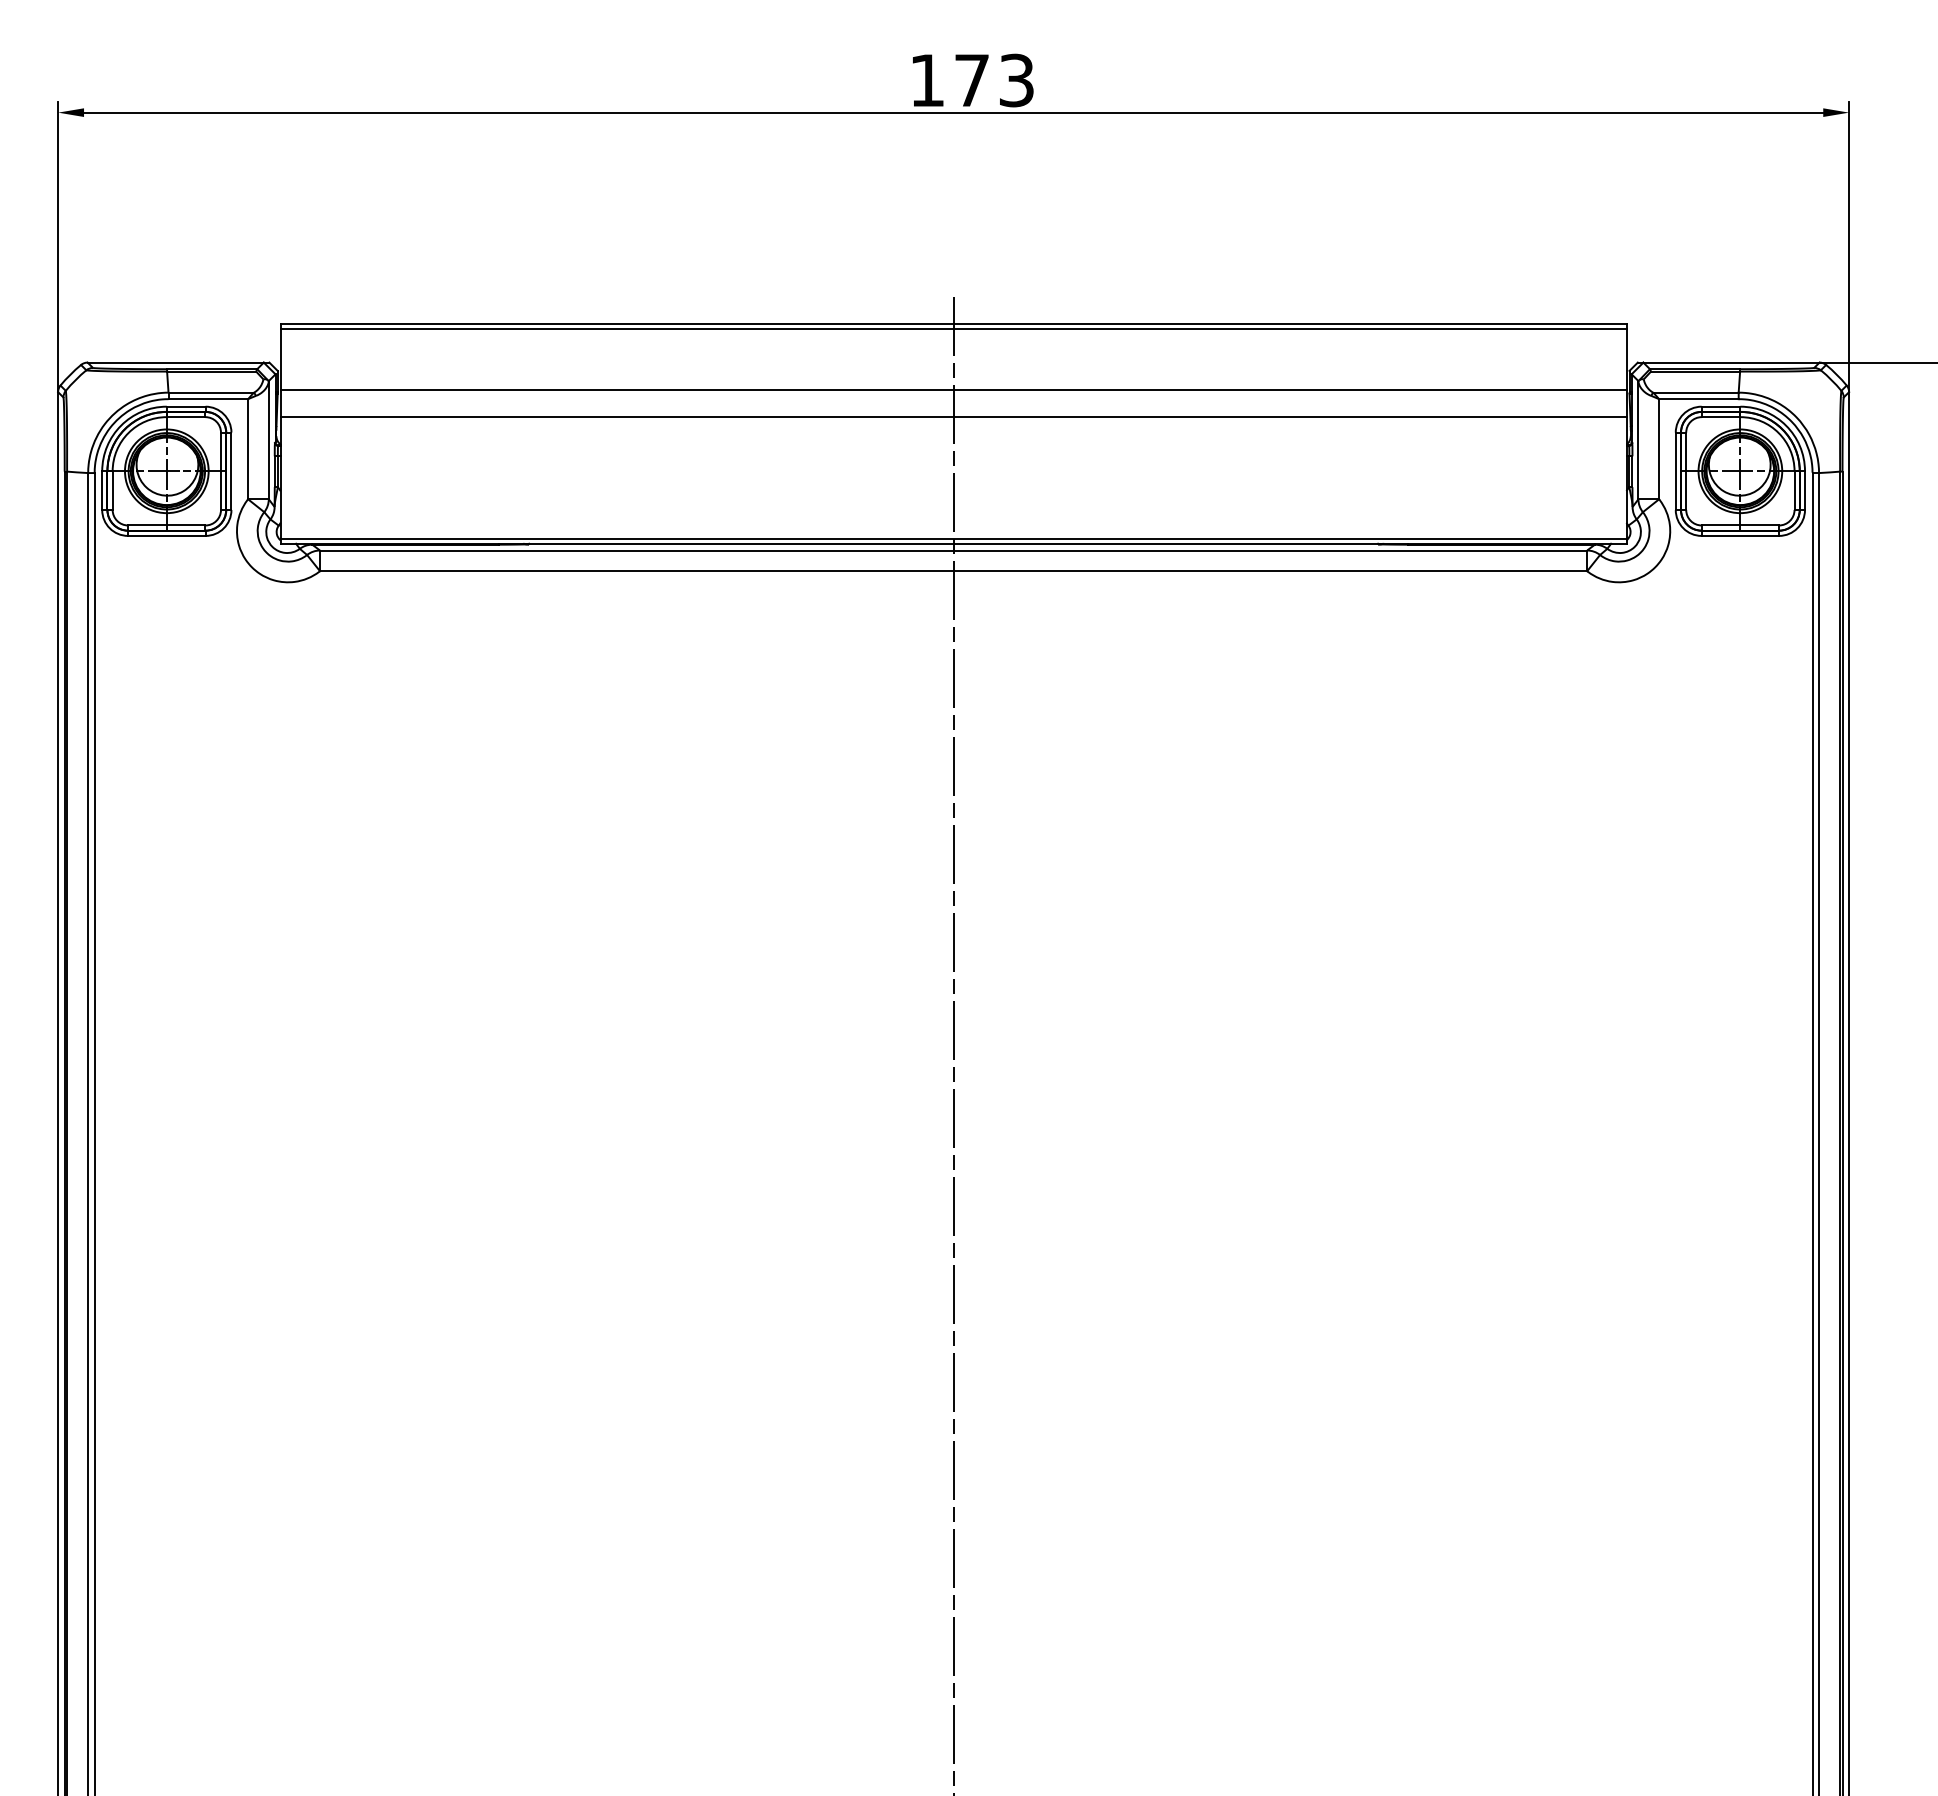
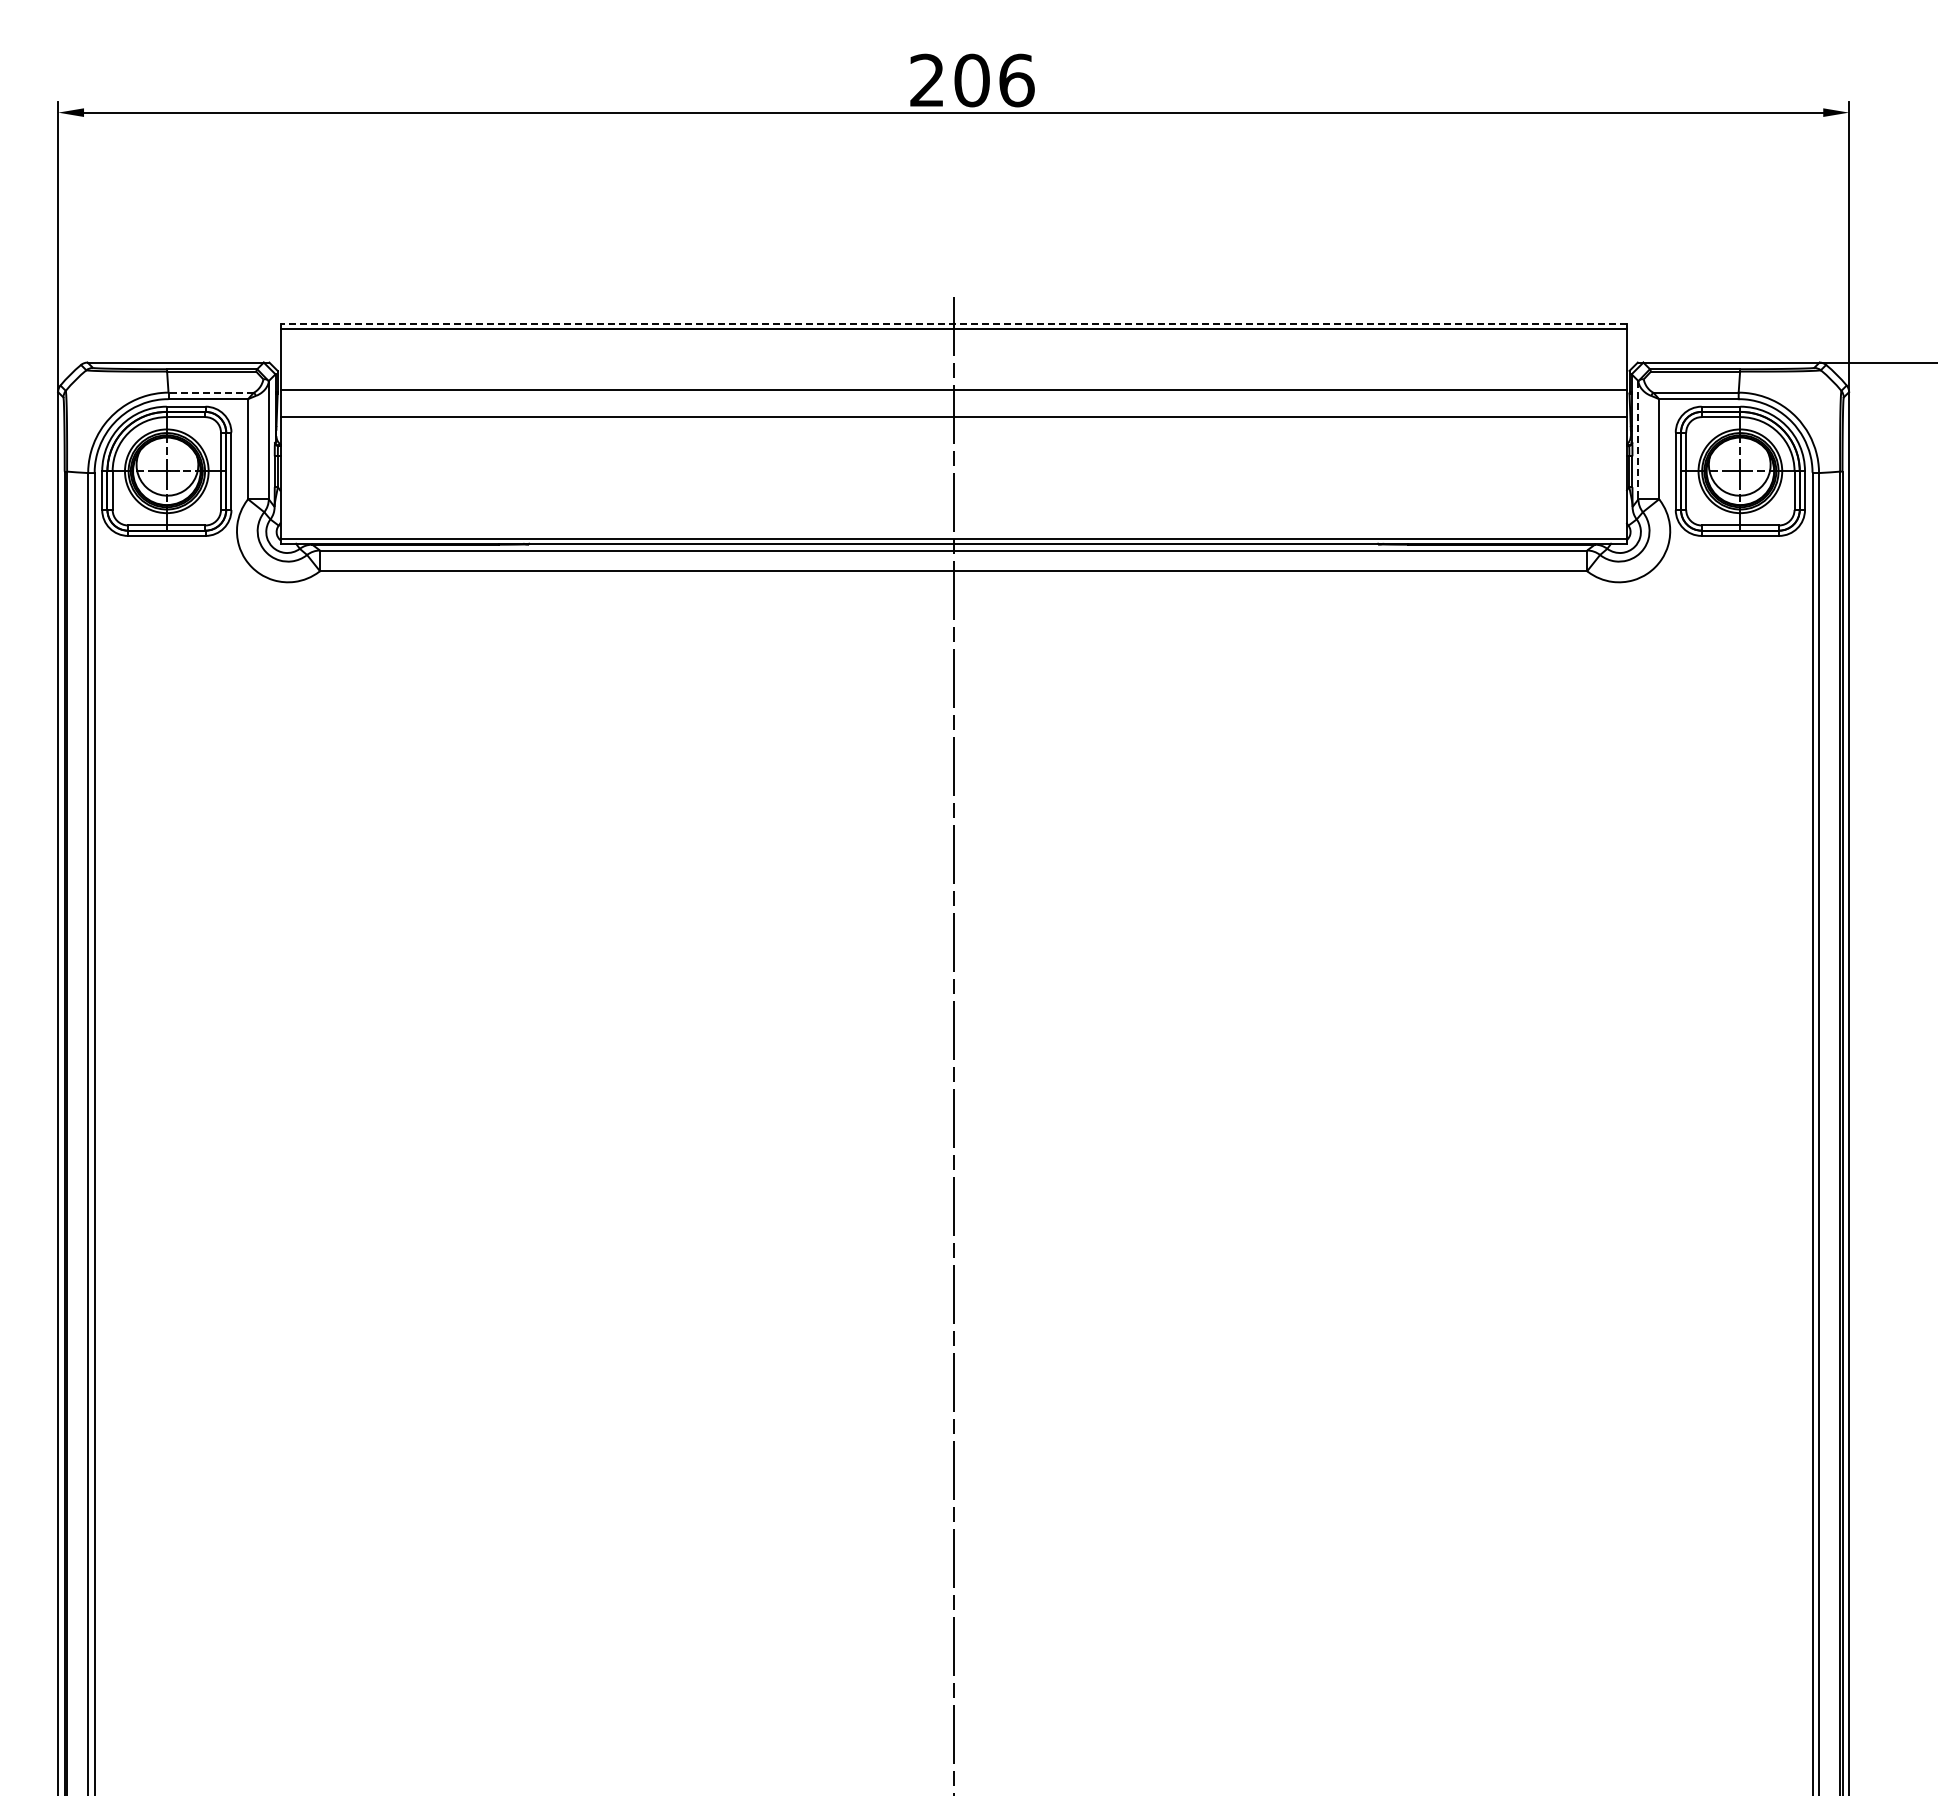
text at (972, 80): 173 -> 206
line at (953, 324): solid -> dashed
line at (211, 392): solid -> dashed
line at (1638, 440): solid -> dashed
